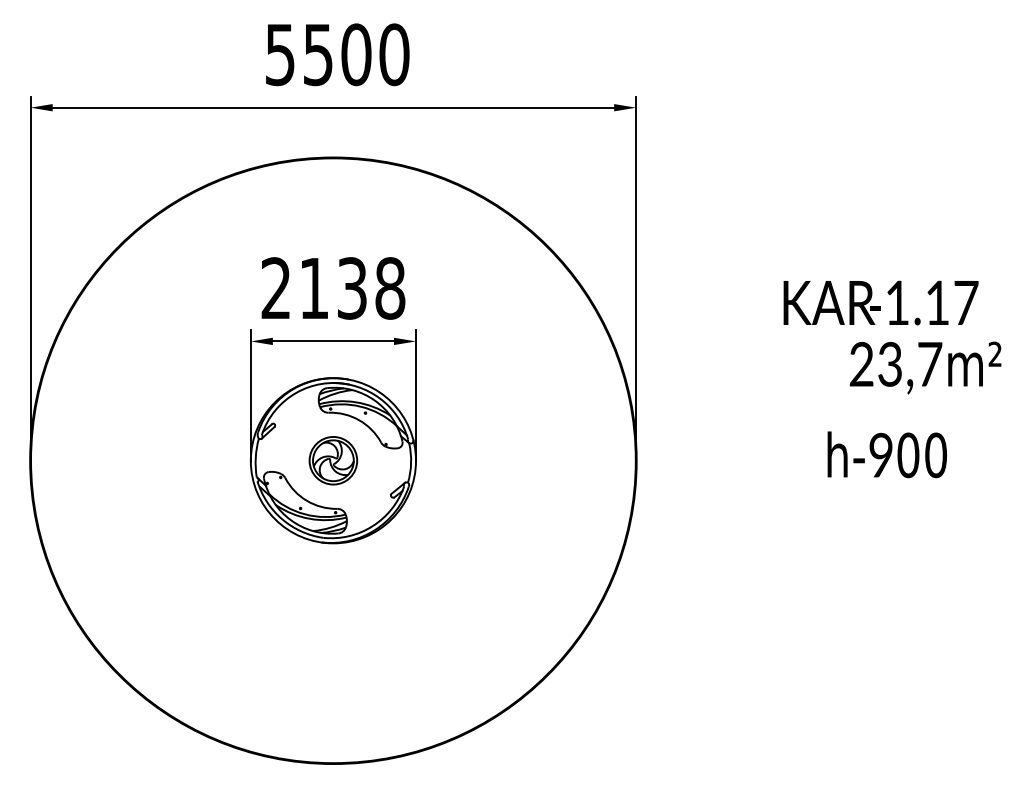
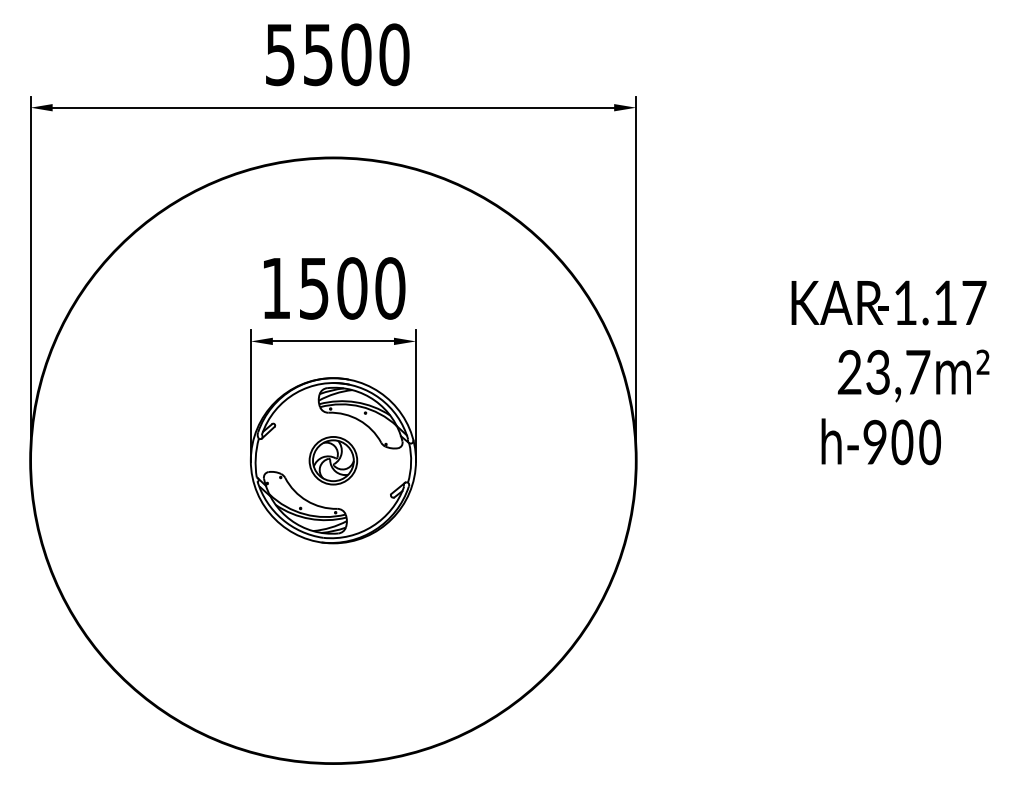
text at (333, 288): 2138 -> 1500
text at (880, 302) position: (880, 302) -> (888, 302)
text at (925, 367) position: (925, 367) -> (913, 375)
text at (886, 454) position: (886, 454) -> (880, 441)
